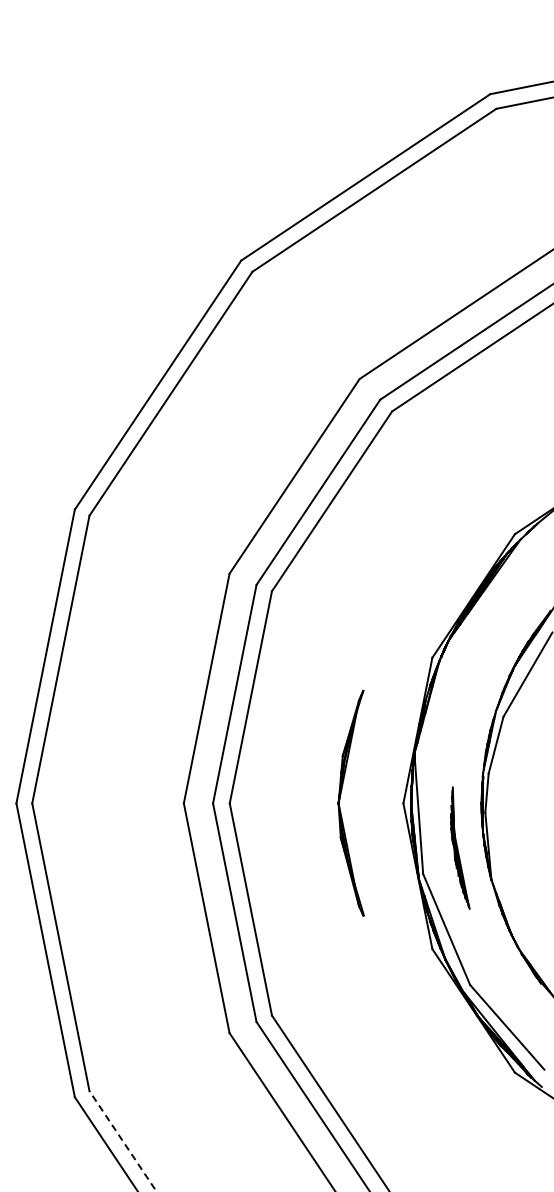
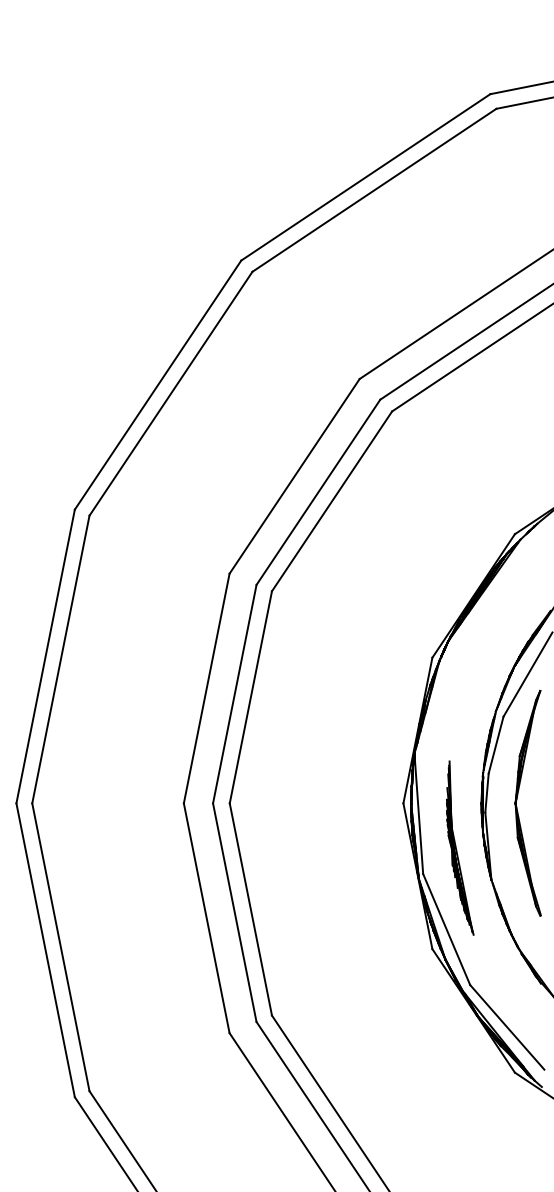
part at (340, 800) position: (340, 800) -> (517, 800)
part at (460, 847) size: 21x124 px -> 29x176 px
line at (122, 1140): dashed -> solid
